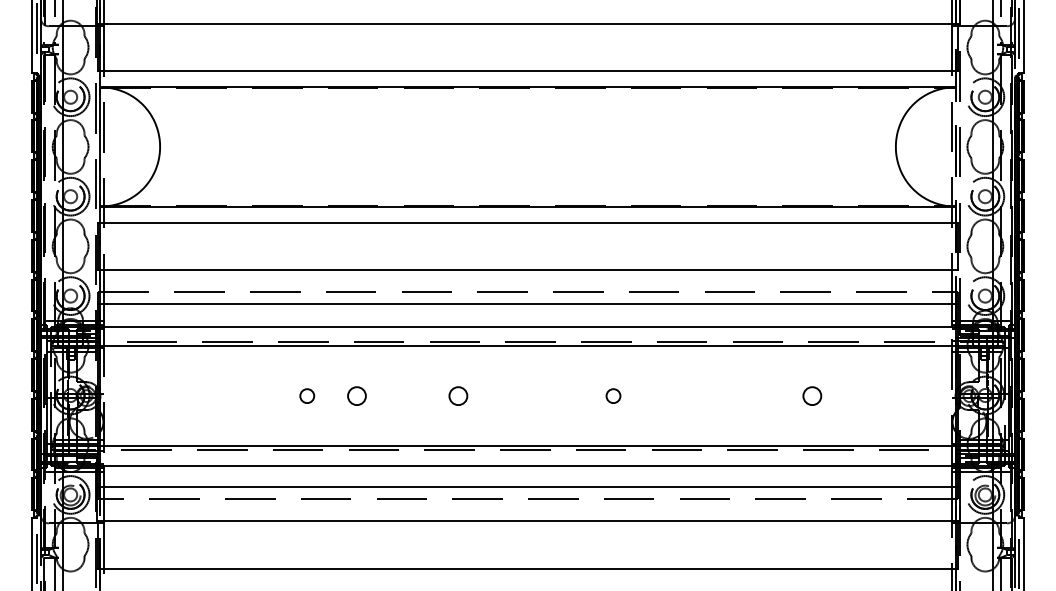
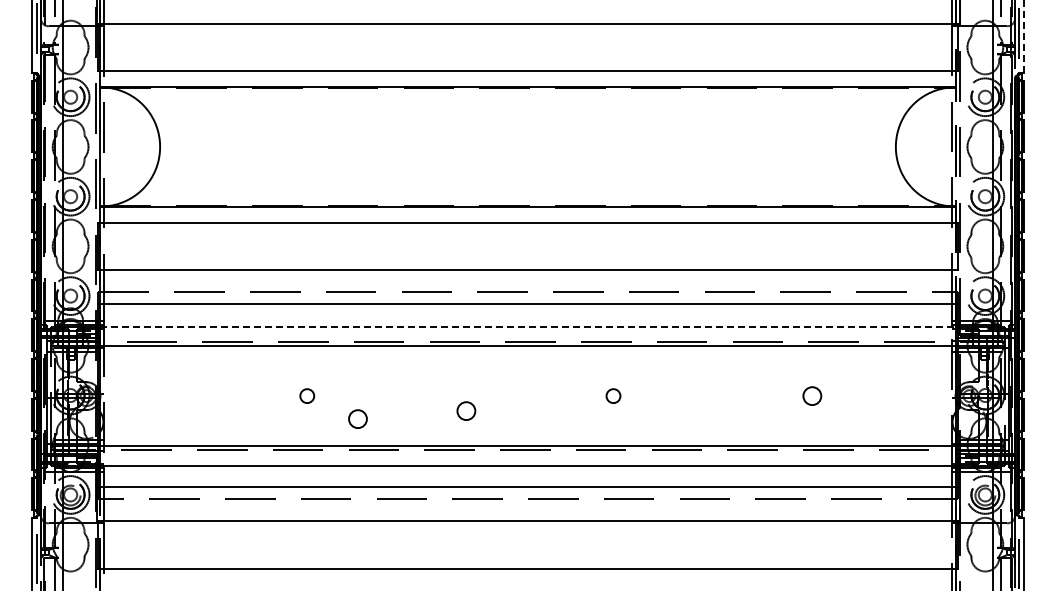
line at (1024, 35): solid -> dashed
line at (528, 326): solid -> dashed
circle at (356, 395) position: (356, 395) -> (357, 418)
circle at (458, 395) position: (458, 395) -> (466, 410)
